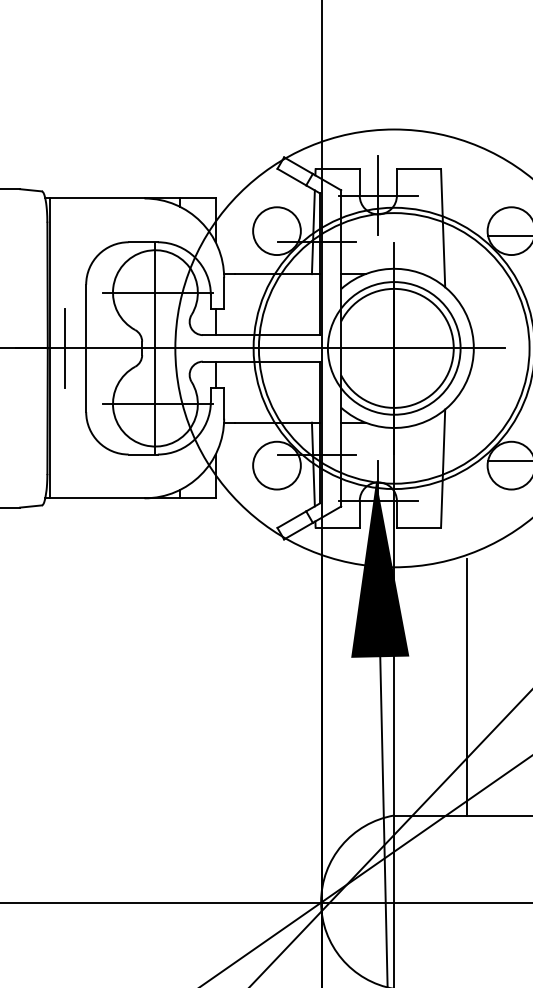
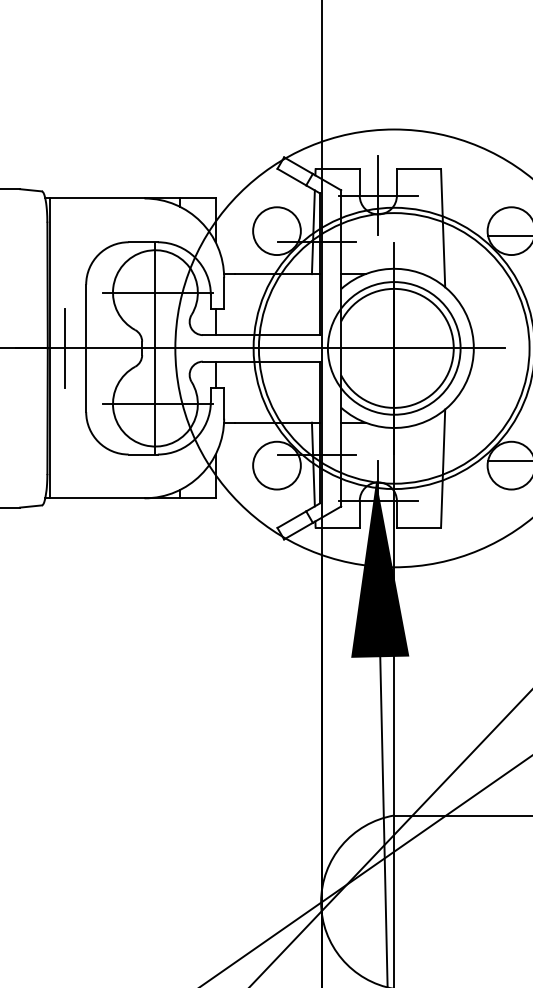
line at (466, 687): present -> none
line at (265, 902): present -> none
